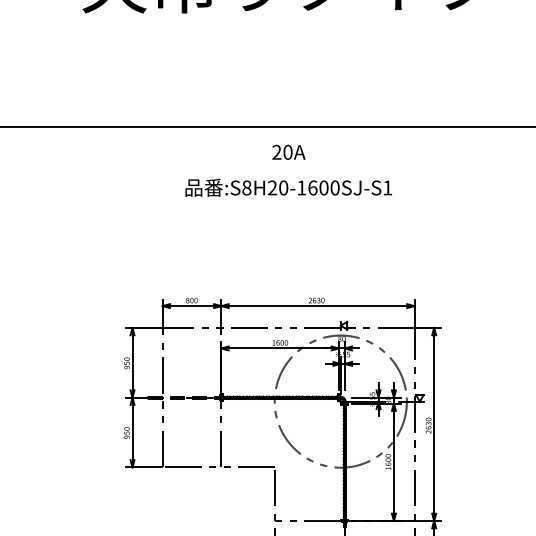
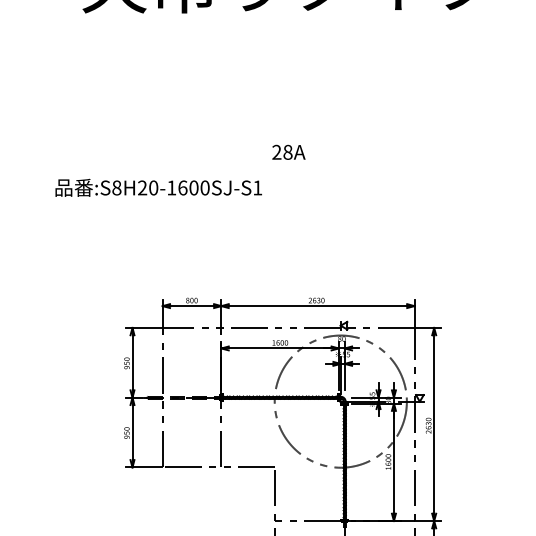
line at (267, 126): present -> none
text at (287, 152): 20A -> 28A
text at (288, 187) position: (288, 187) -> (158, 187)
